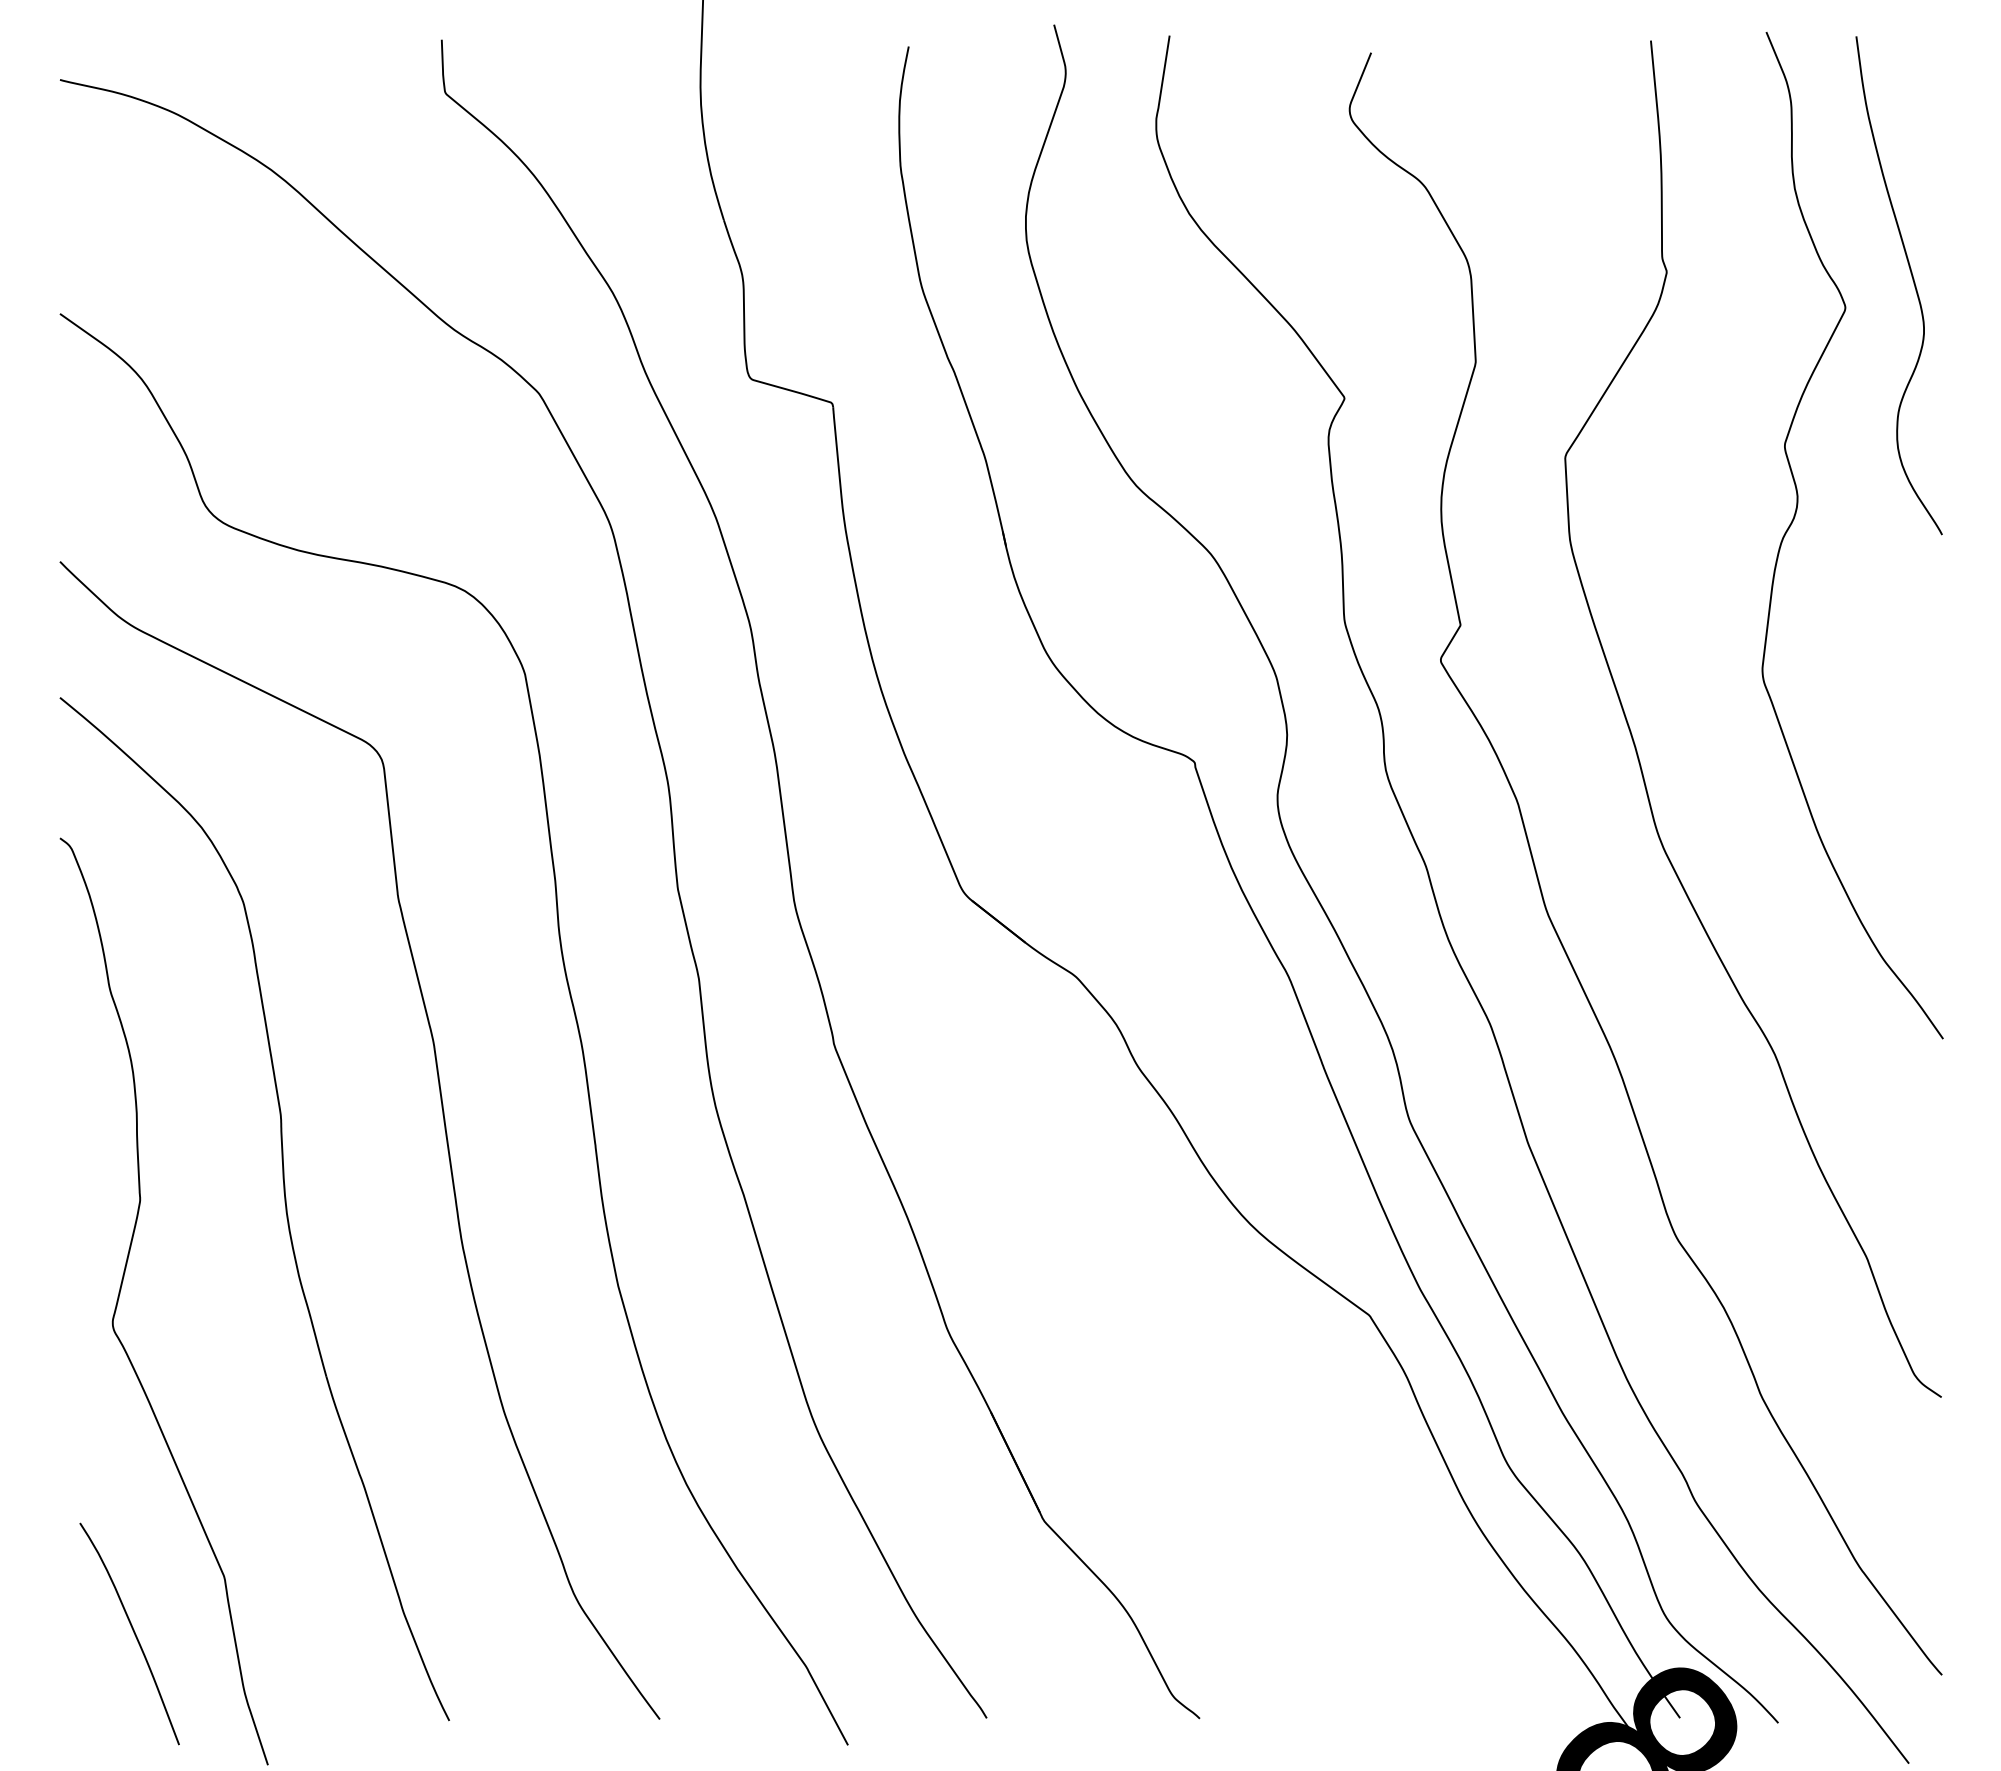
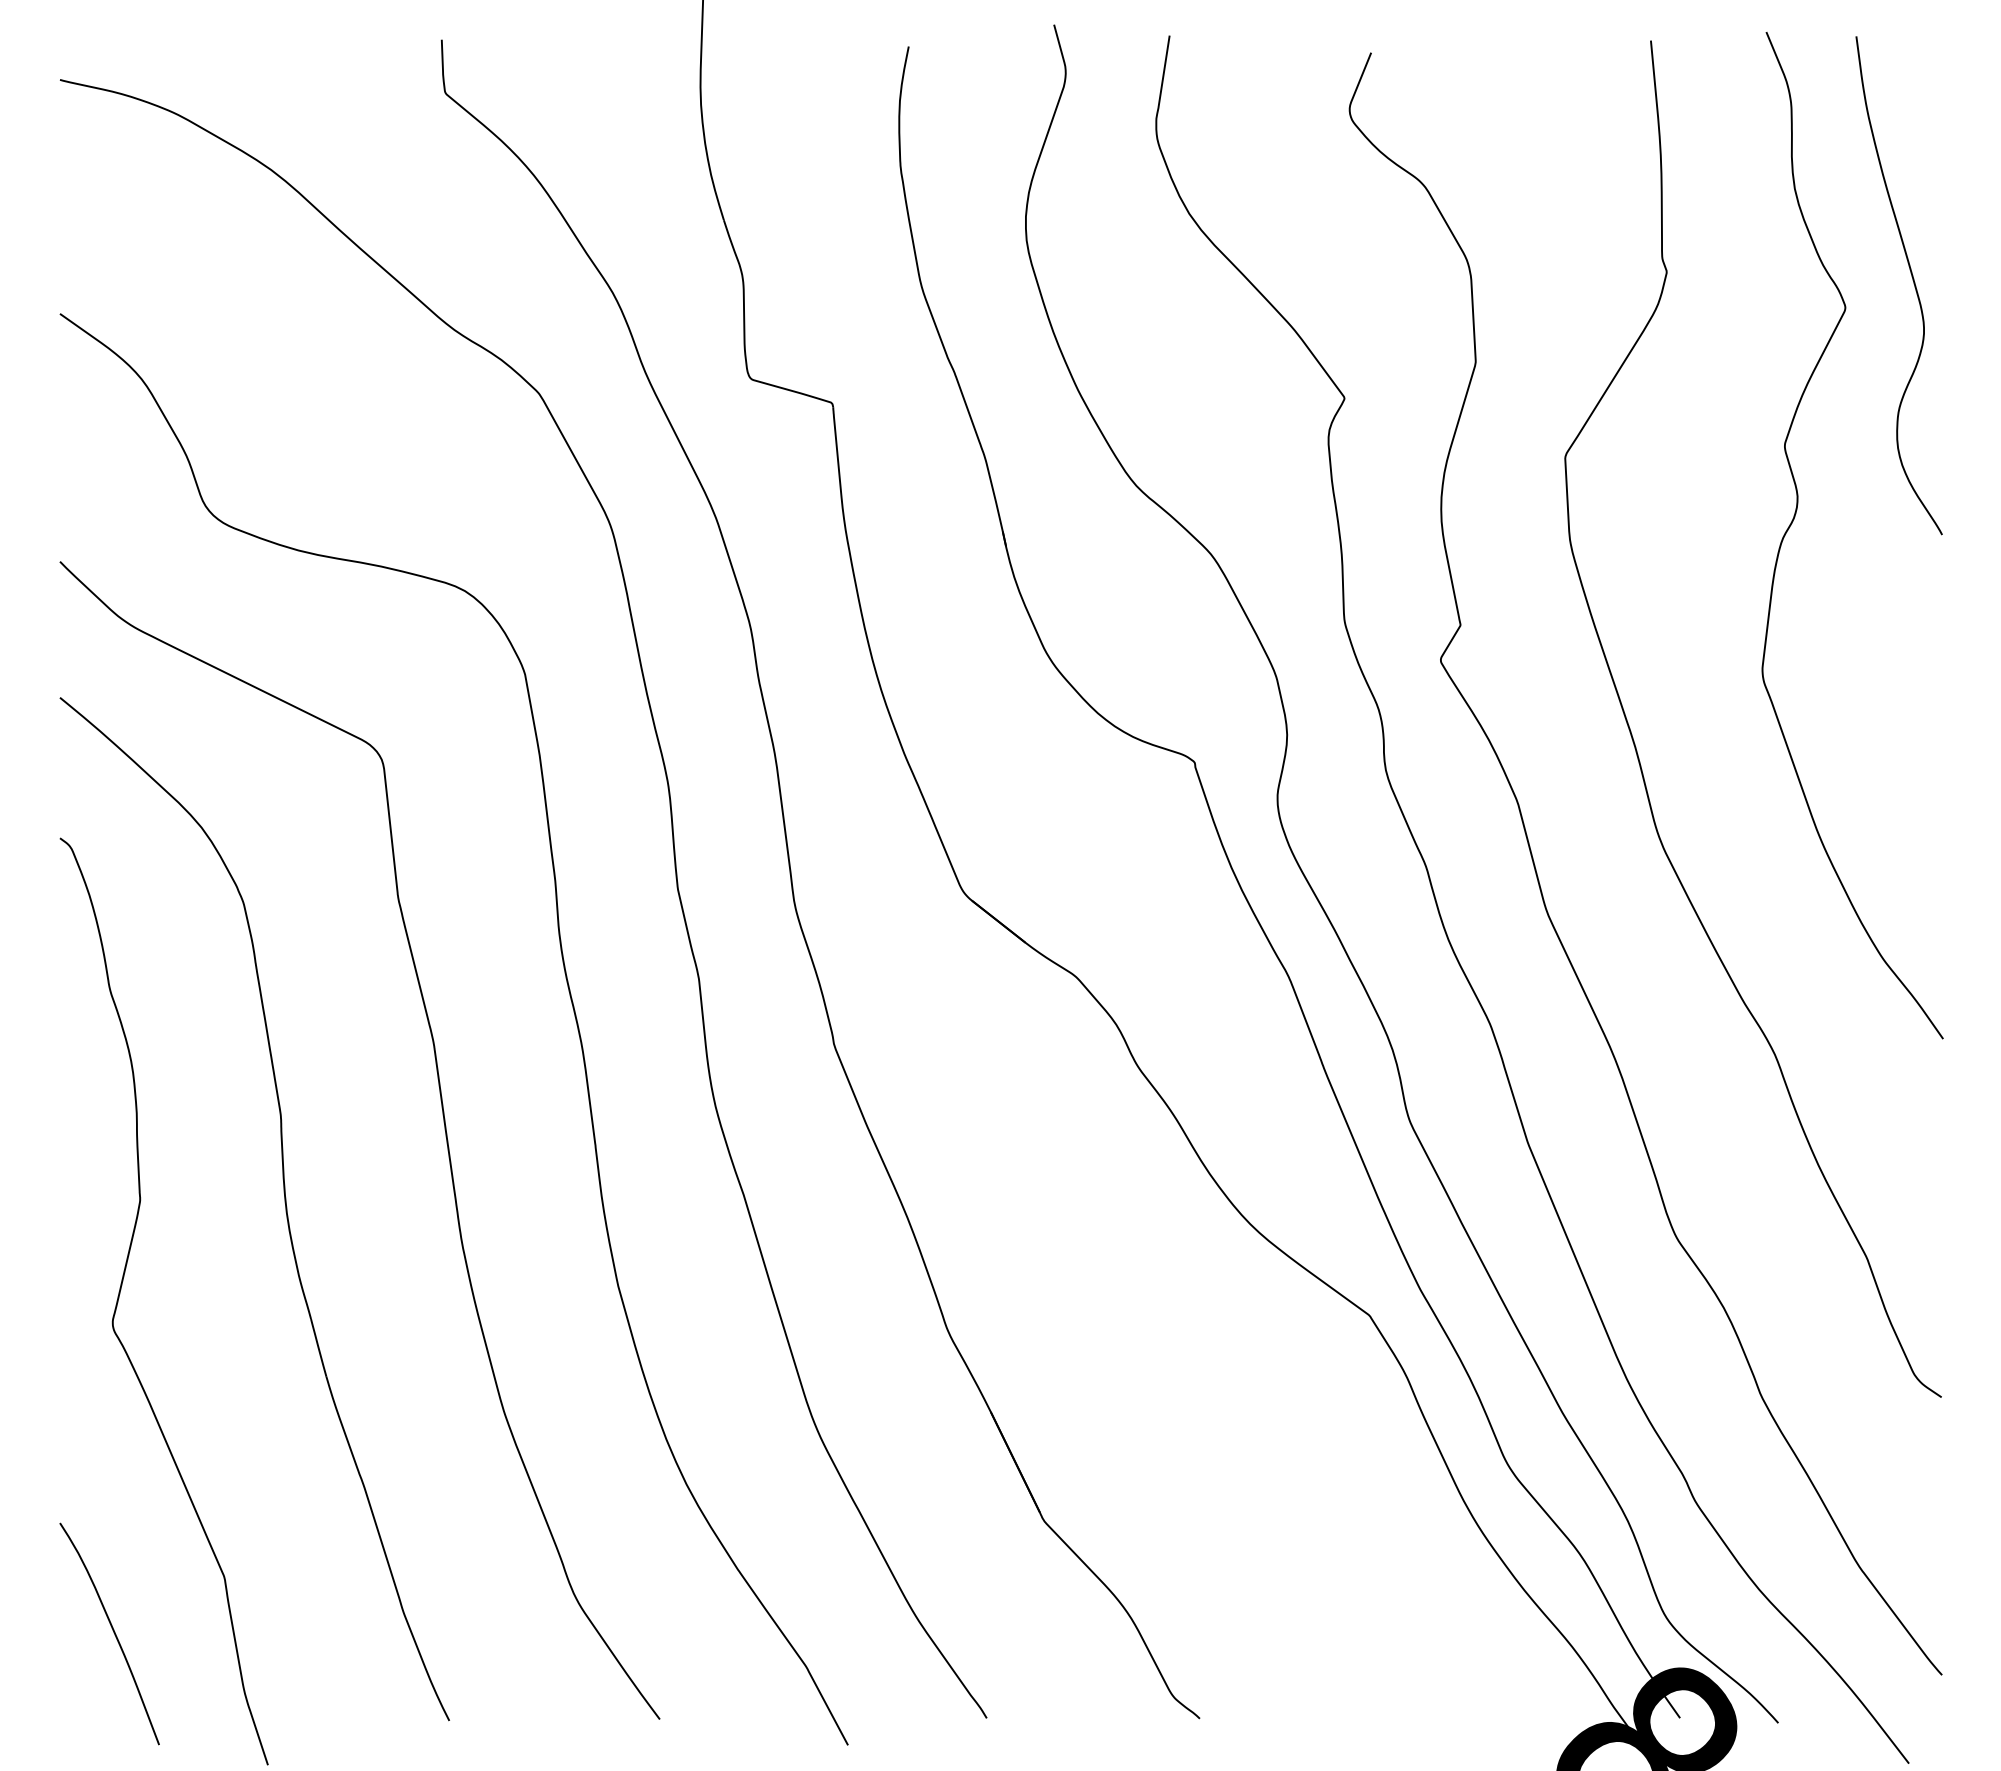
curve at (133, 1633) position: (133, 1633) -> (113, 1633)
